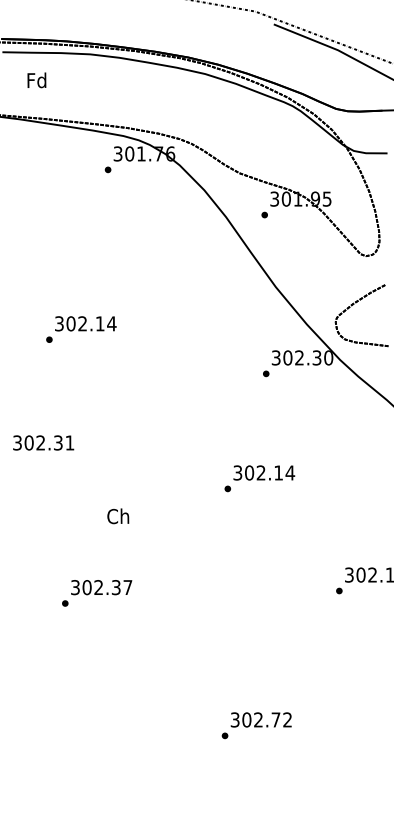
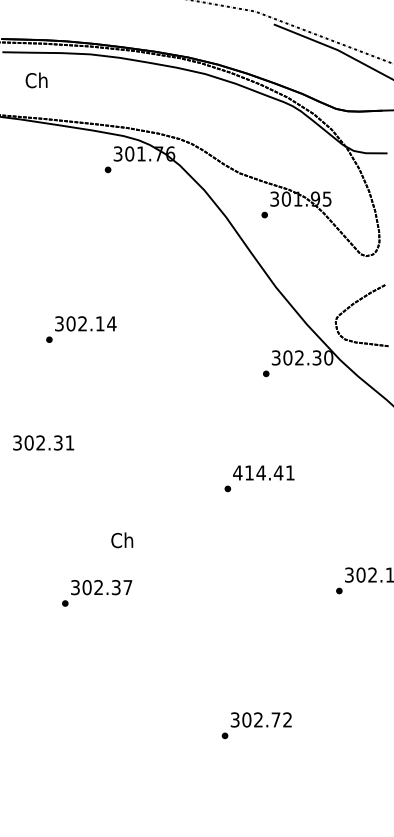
text at (36, 80): Fd -> Ch
text at (264, 472): 302.14 -> 414.41
text at (118, 516) position: (118, 516) -> (122, 540)
